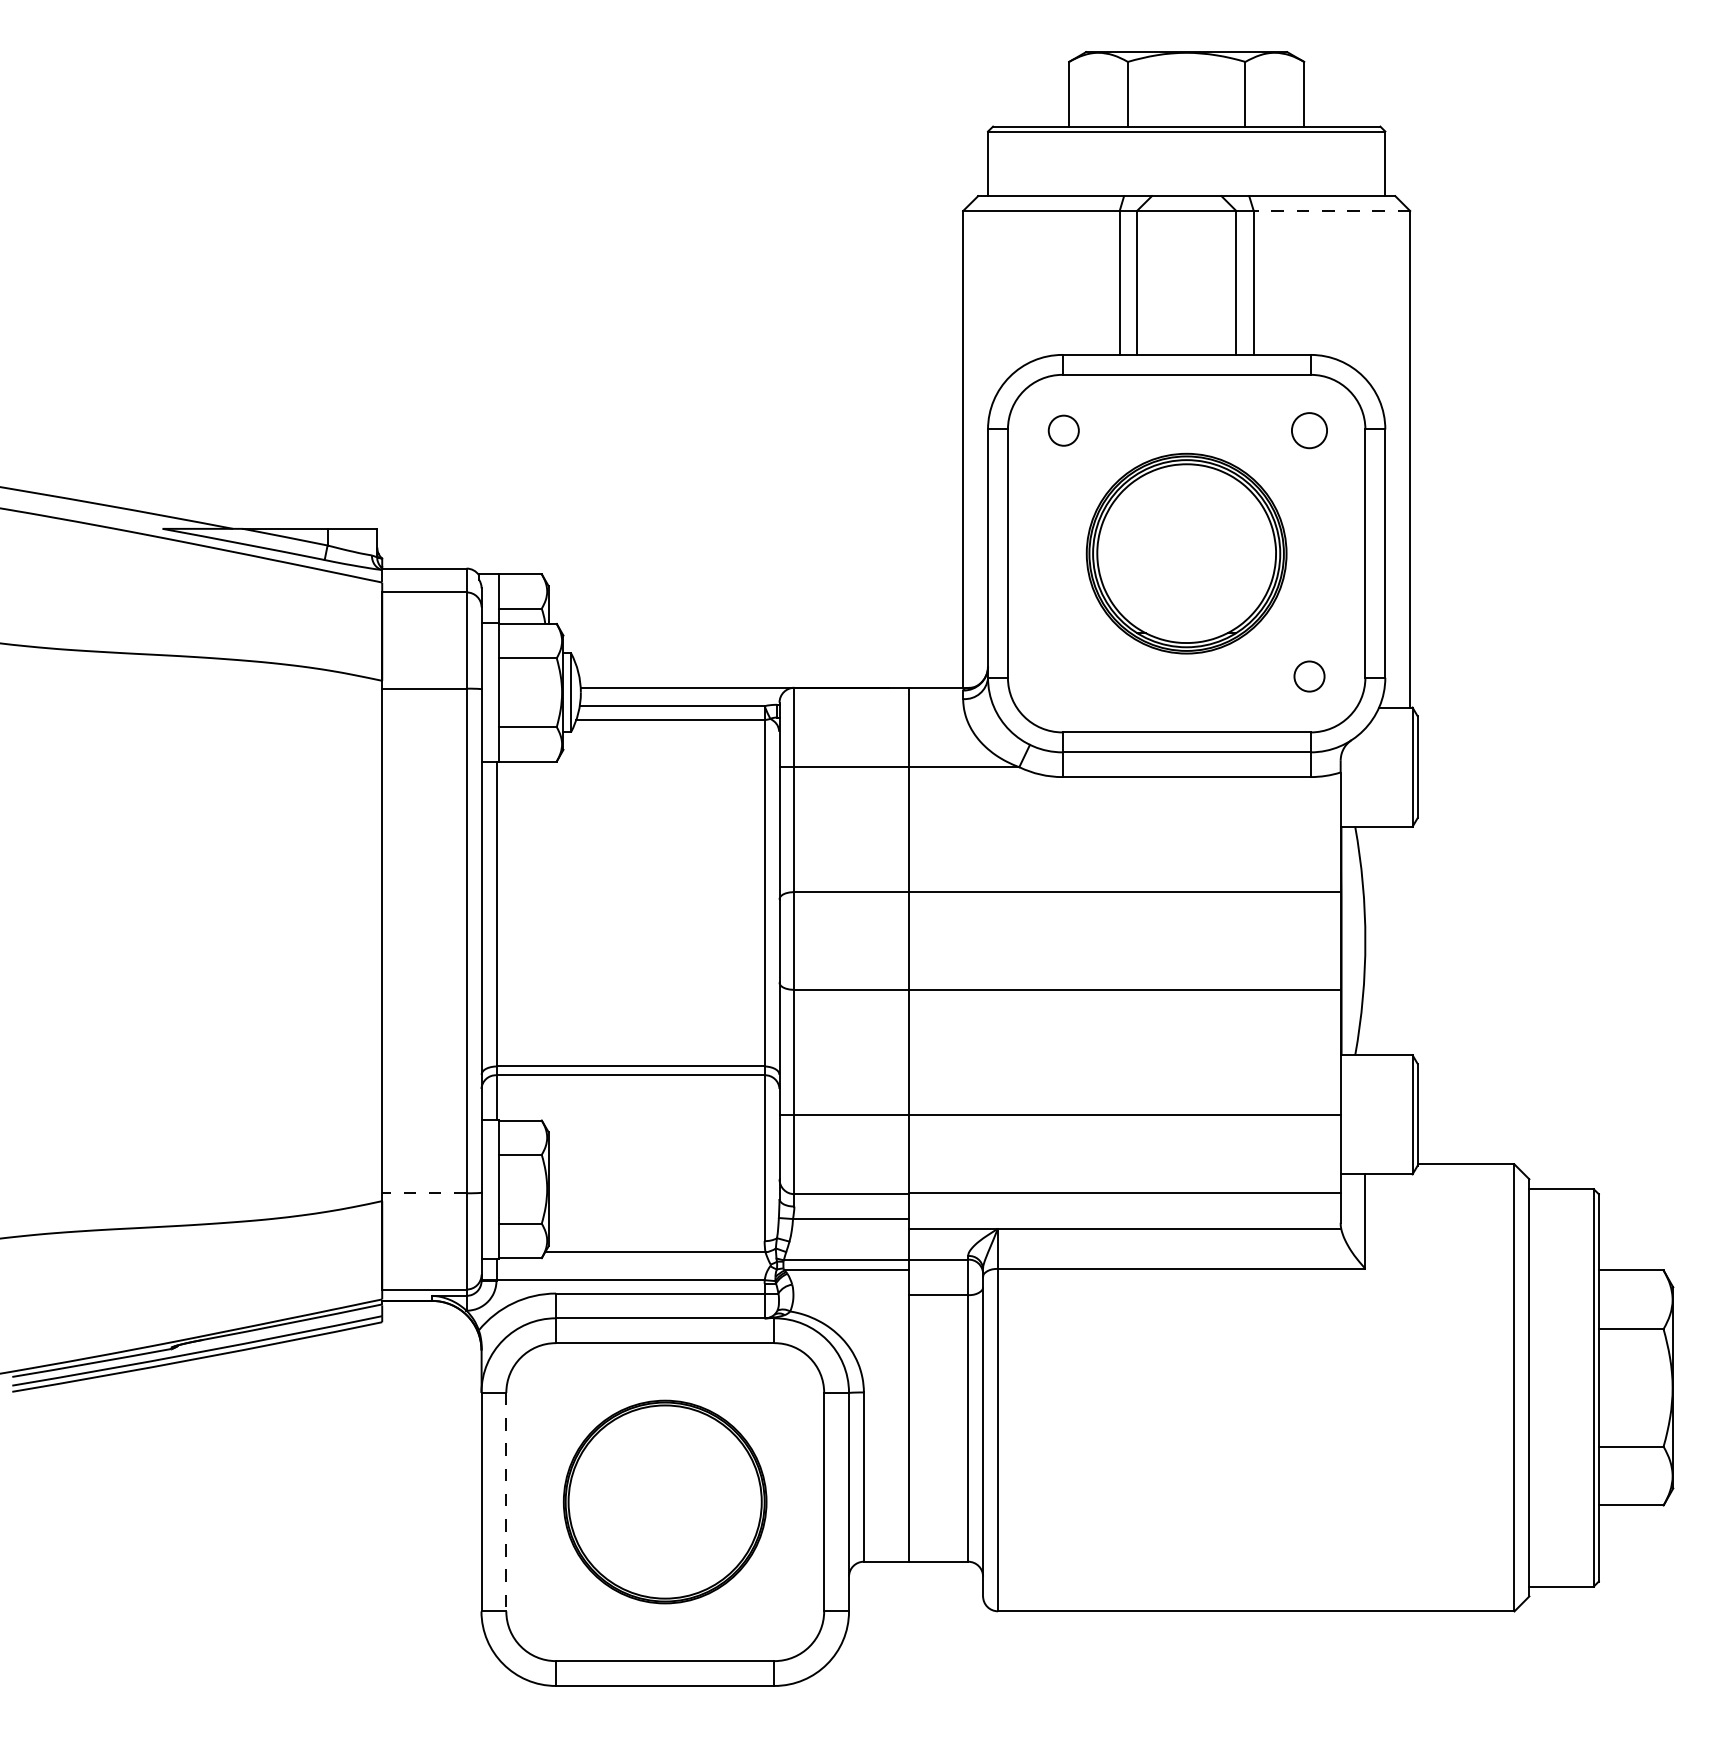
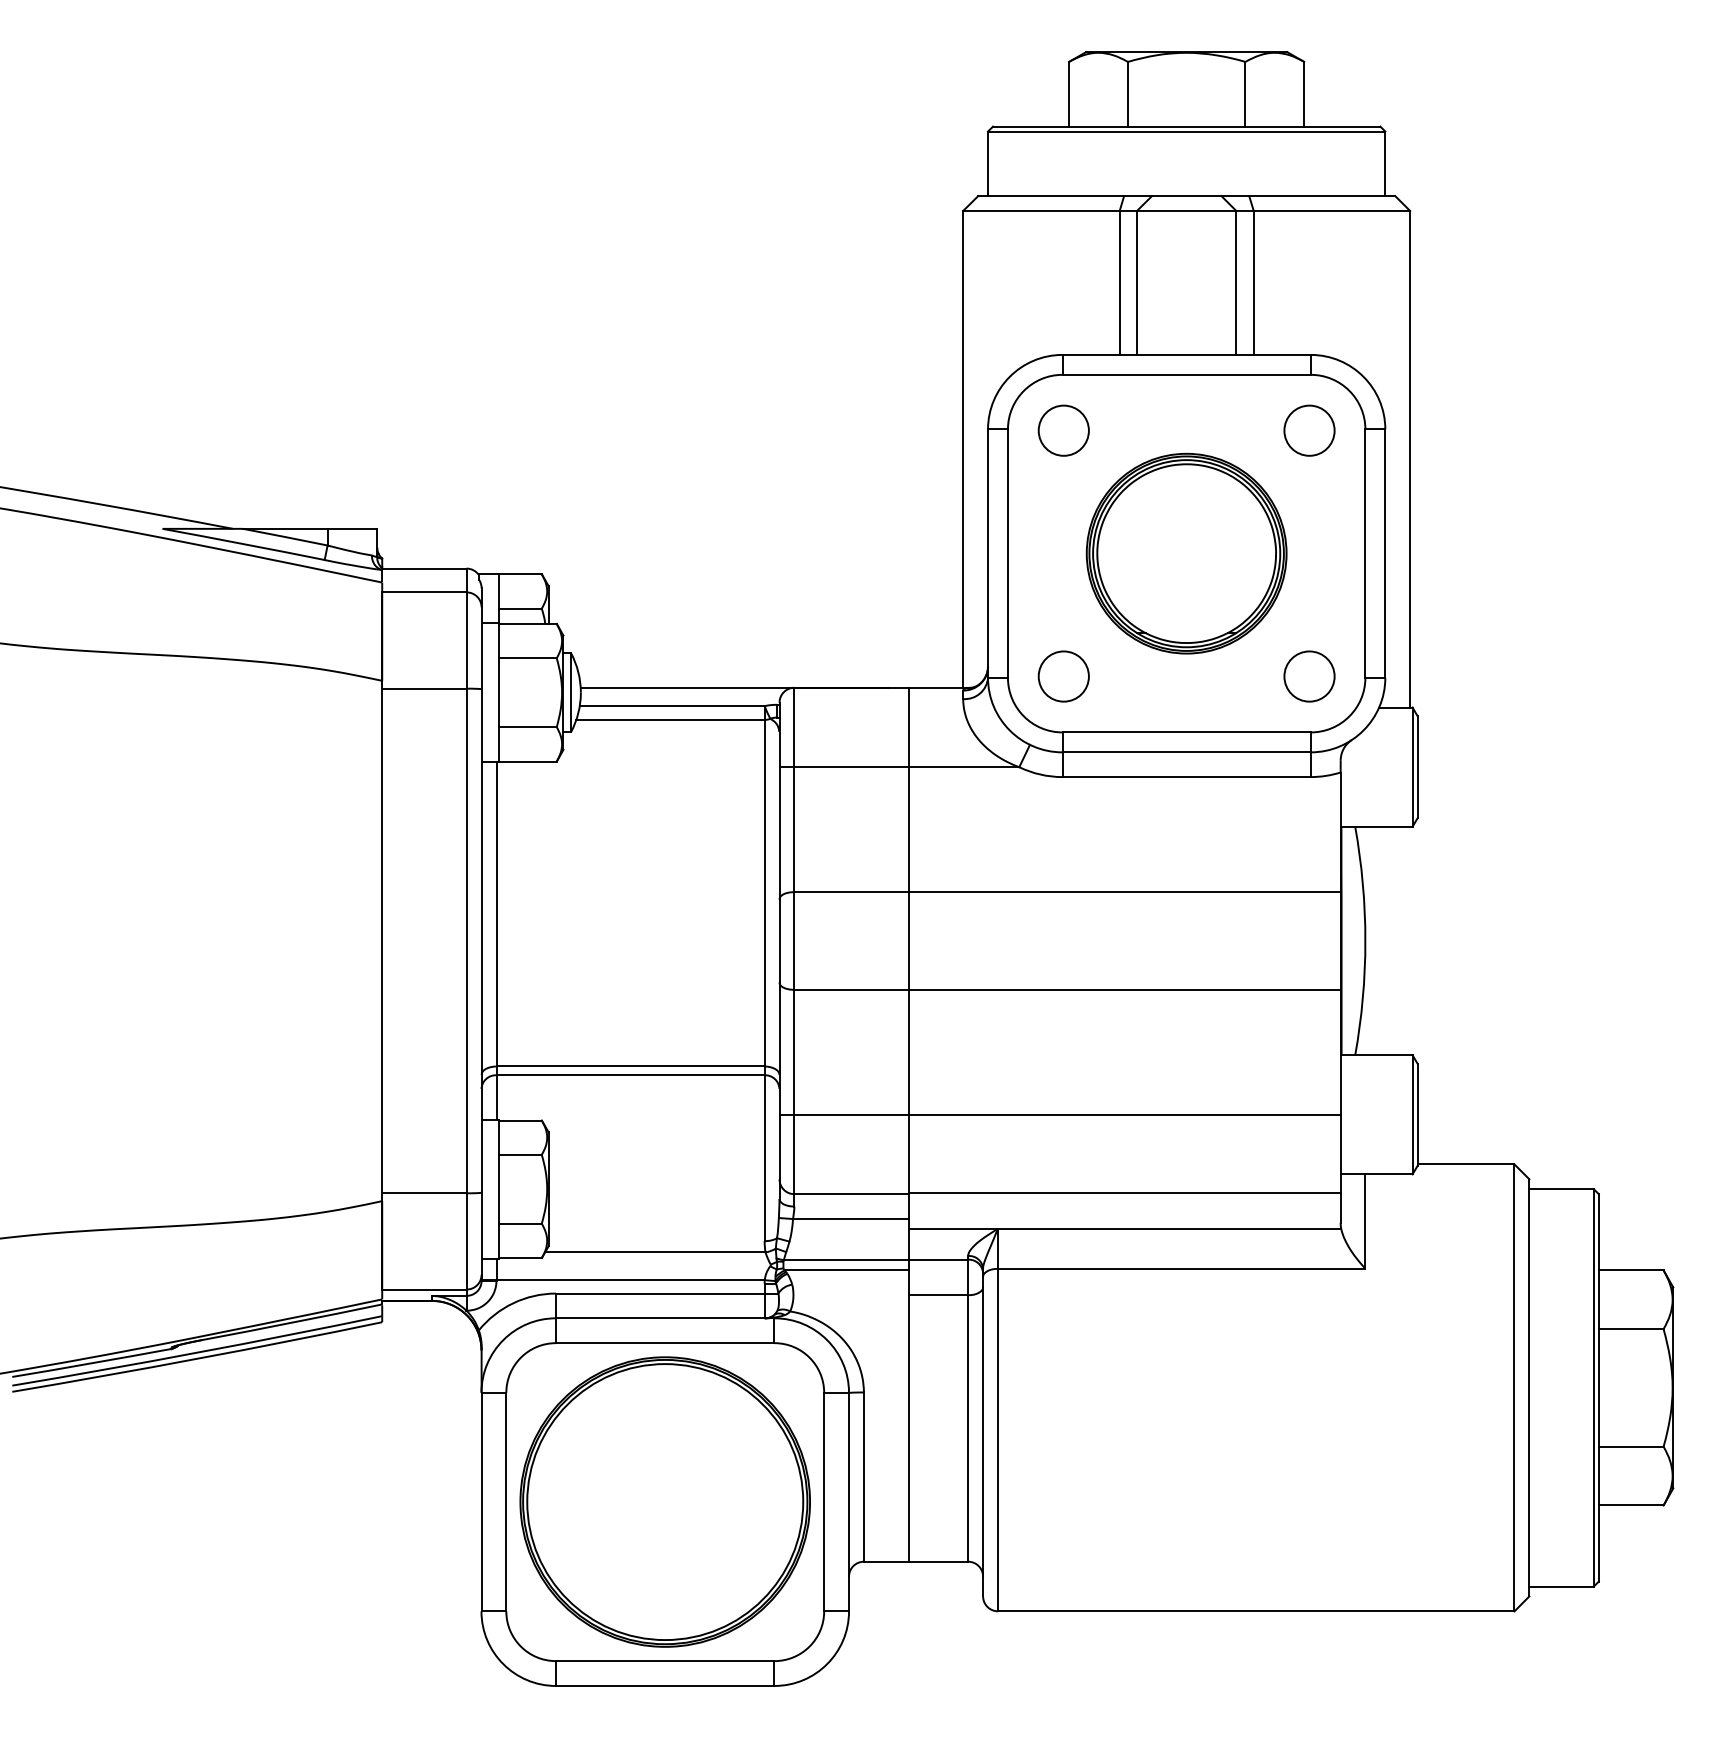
line at (1331, 211): dashed -> solid
circle at (1063, 430) diameter: 30 px -> 50 px
circle at (1309, 430) size: 37x38 px -> 53x53 px
circle at (1063, 676): none -> present
circle at (1309, 676) diameter: 30 px -> 50 px
line at (423, 1193): dashed -> solid
part at (664, 1501) size: 206x206 px -> 292x292 px
line at (506, 1502): dashed -> solid
